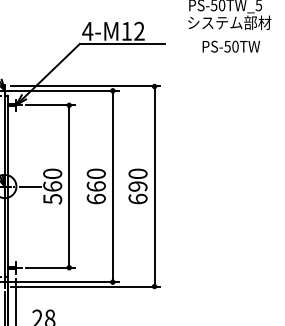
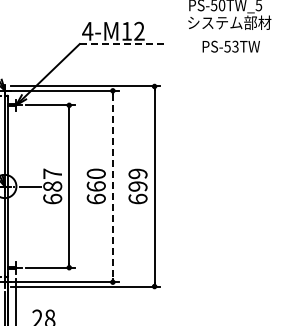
line at (122, 44): solid -> dashed
text at (235, 46): PS-50TW -> PS-53TW
text at (137, 173): 690 -> 699
text at (52, 186): 560 -> 687
line at (112, 187): solid -> dashed
